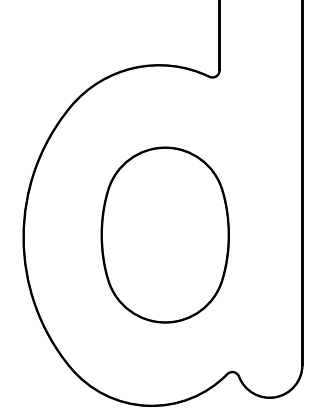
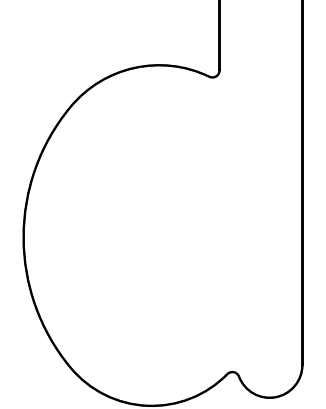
part at (164, 234): present -> none
